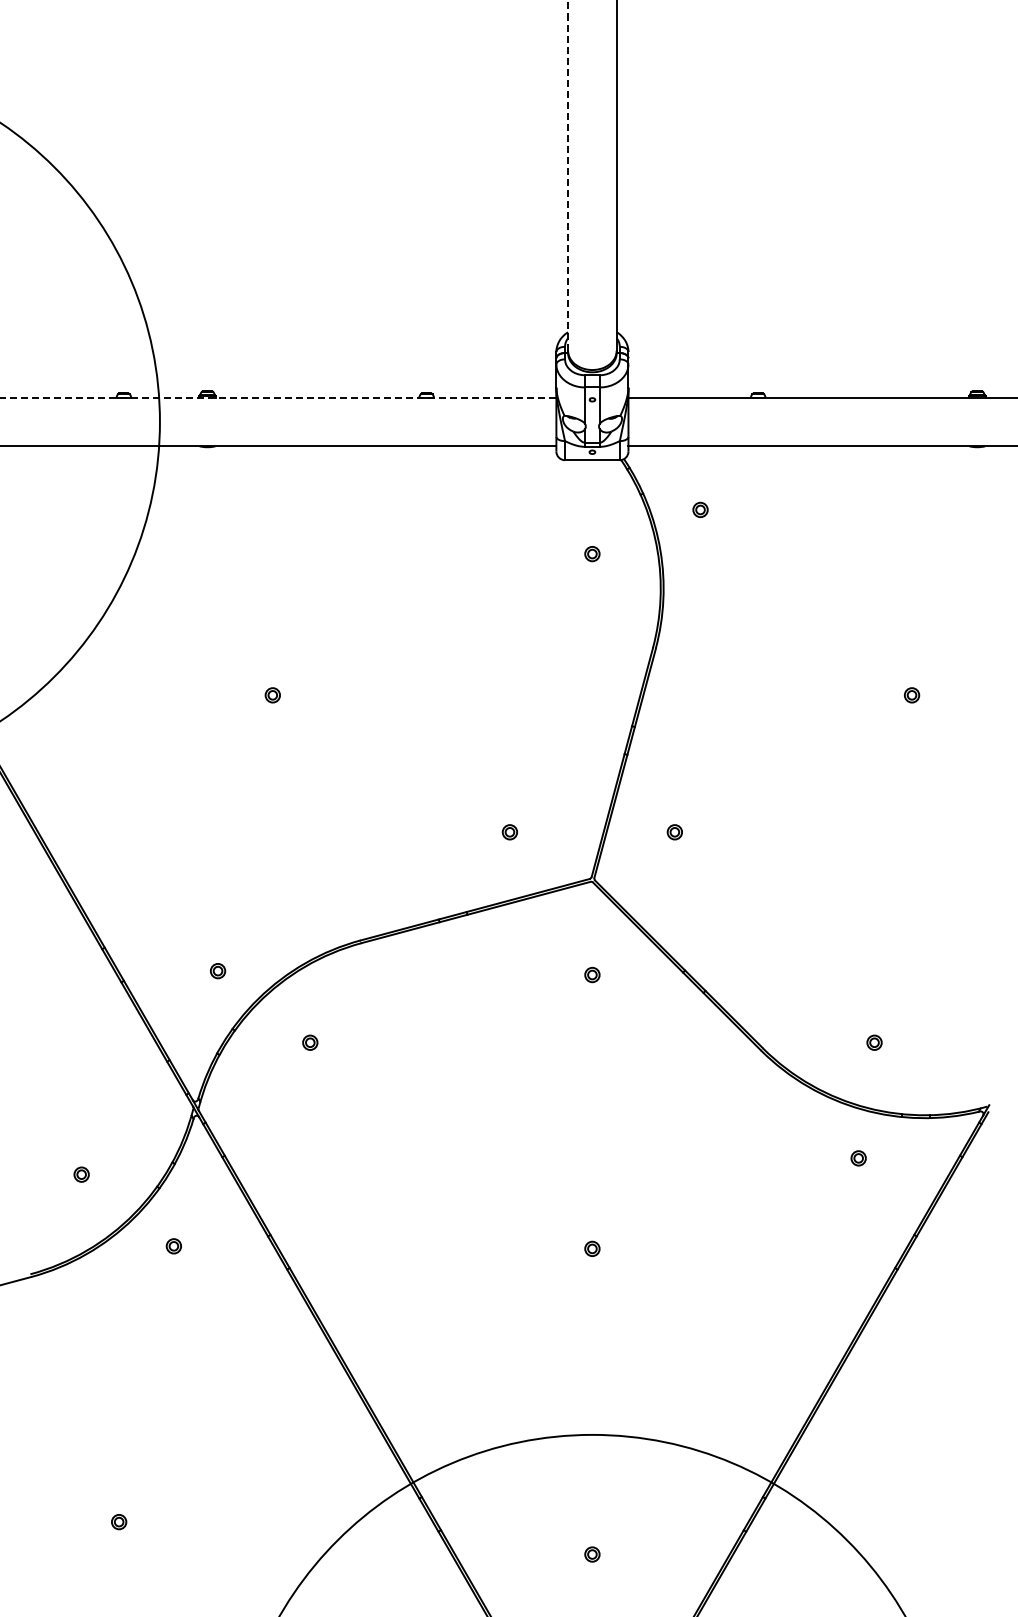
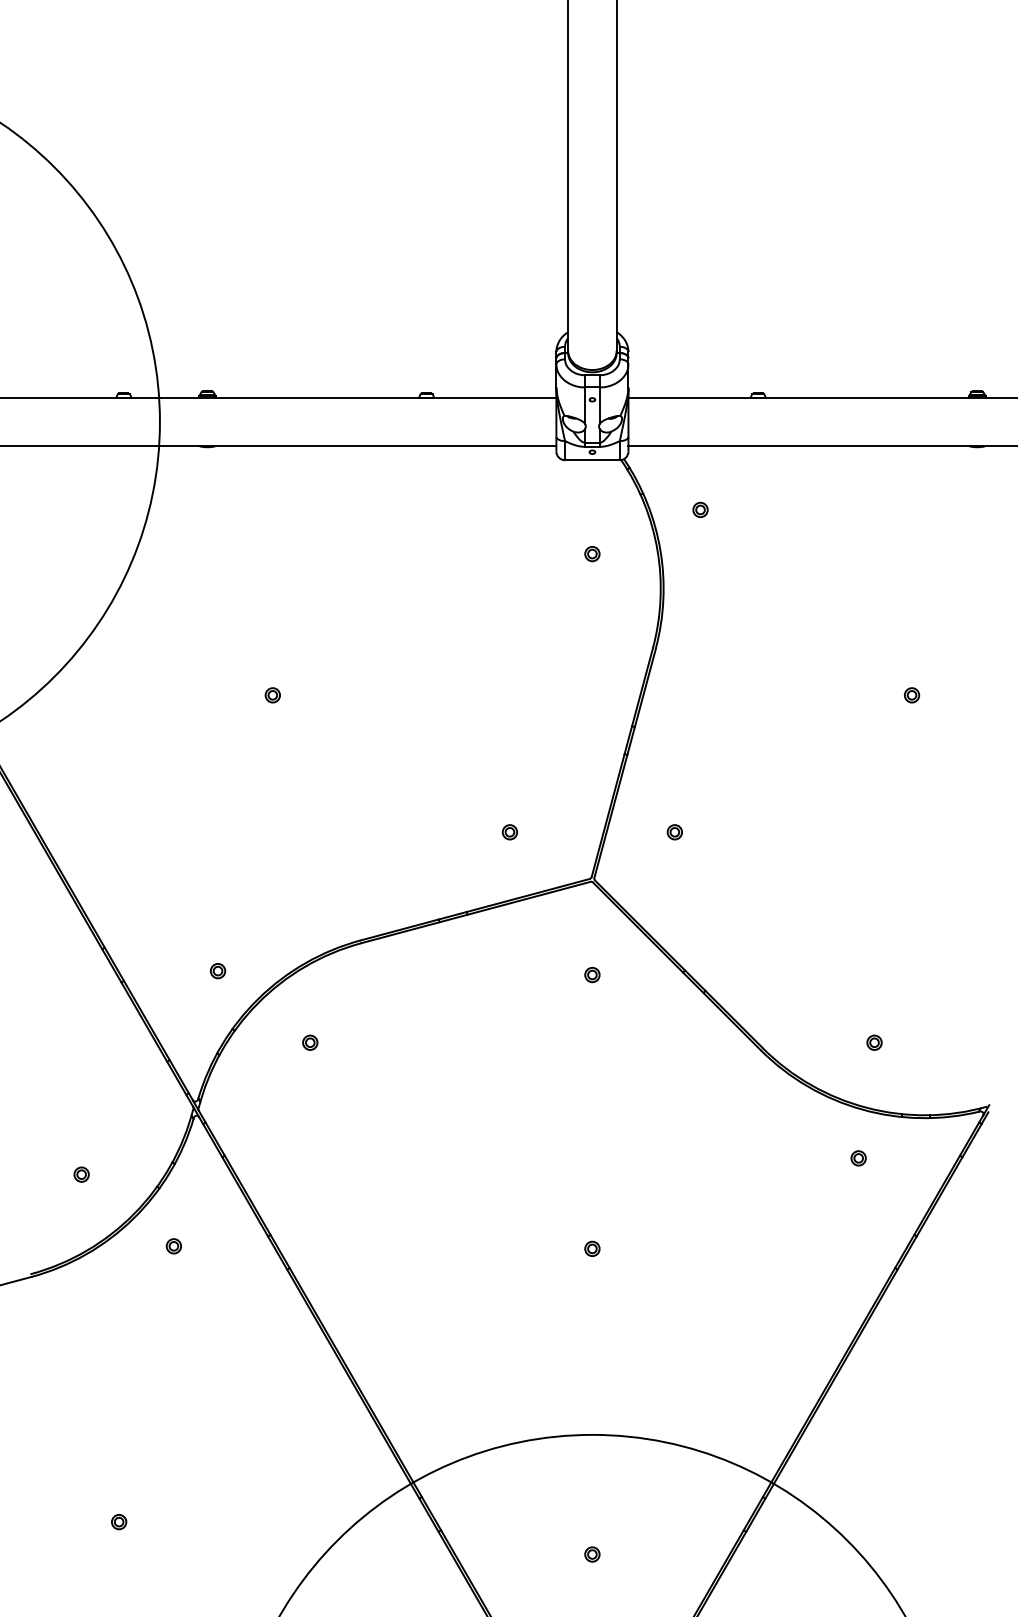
line at (568, 175): dashed -> solid
line at (278, 397): dashed -> solid
